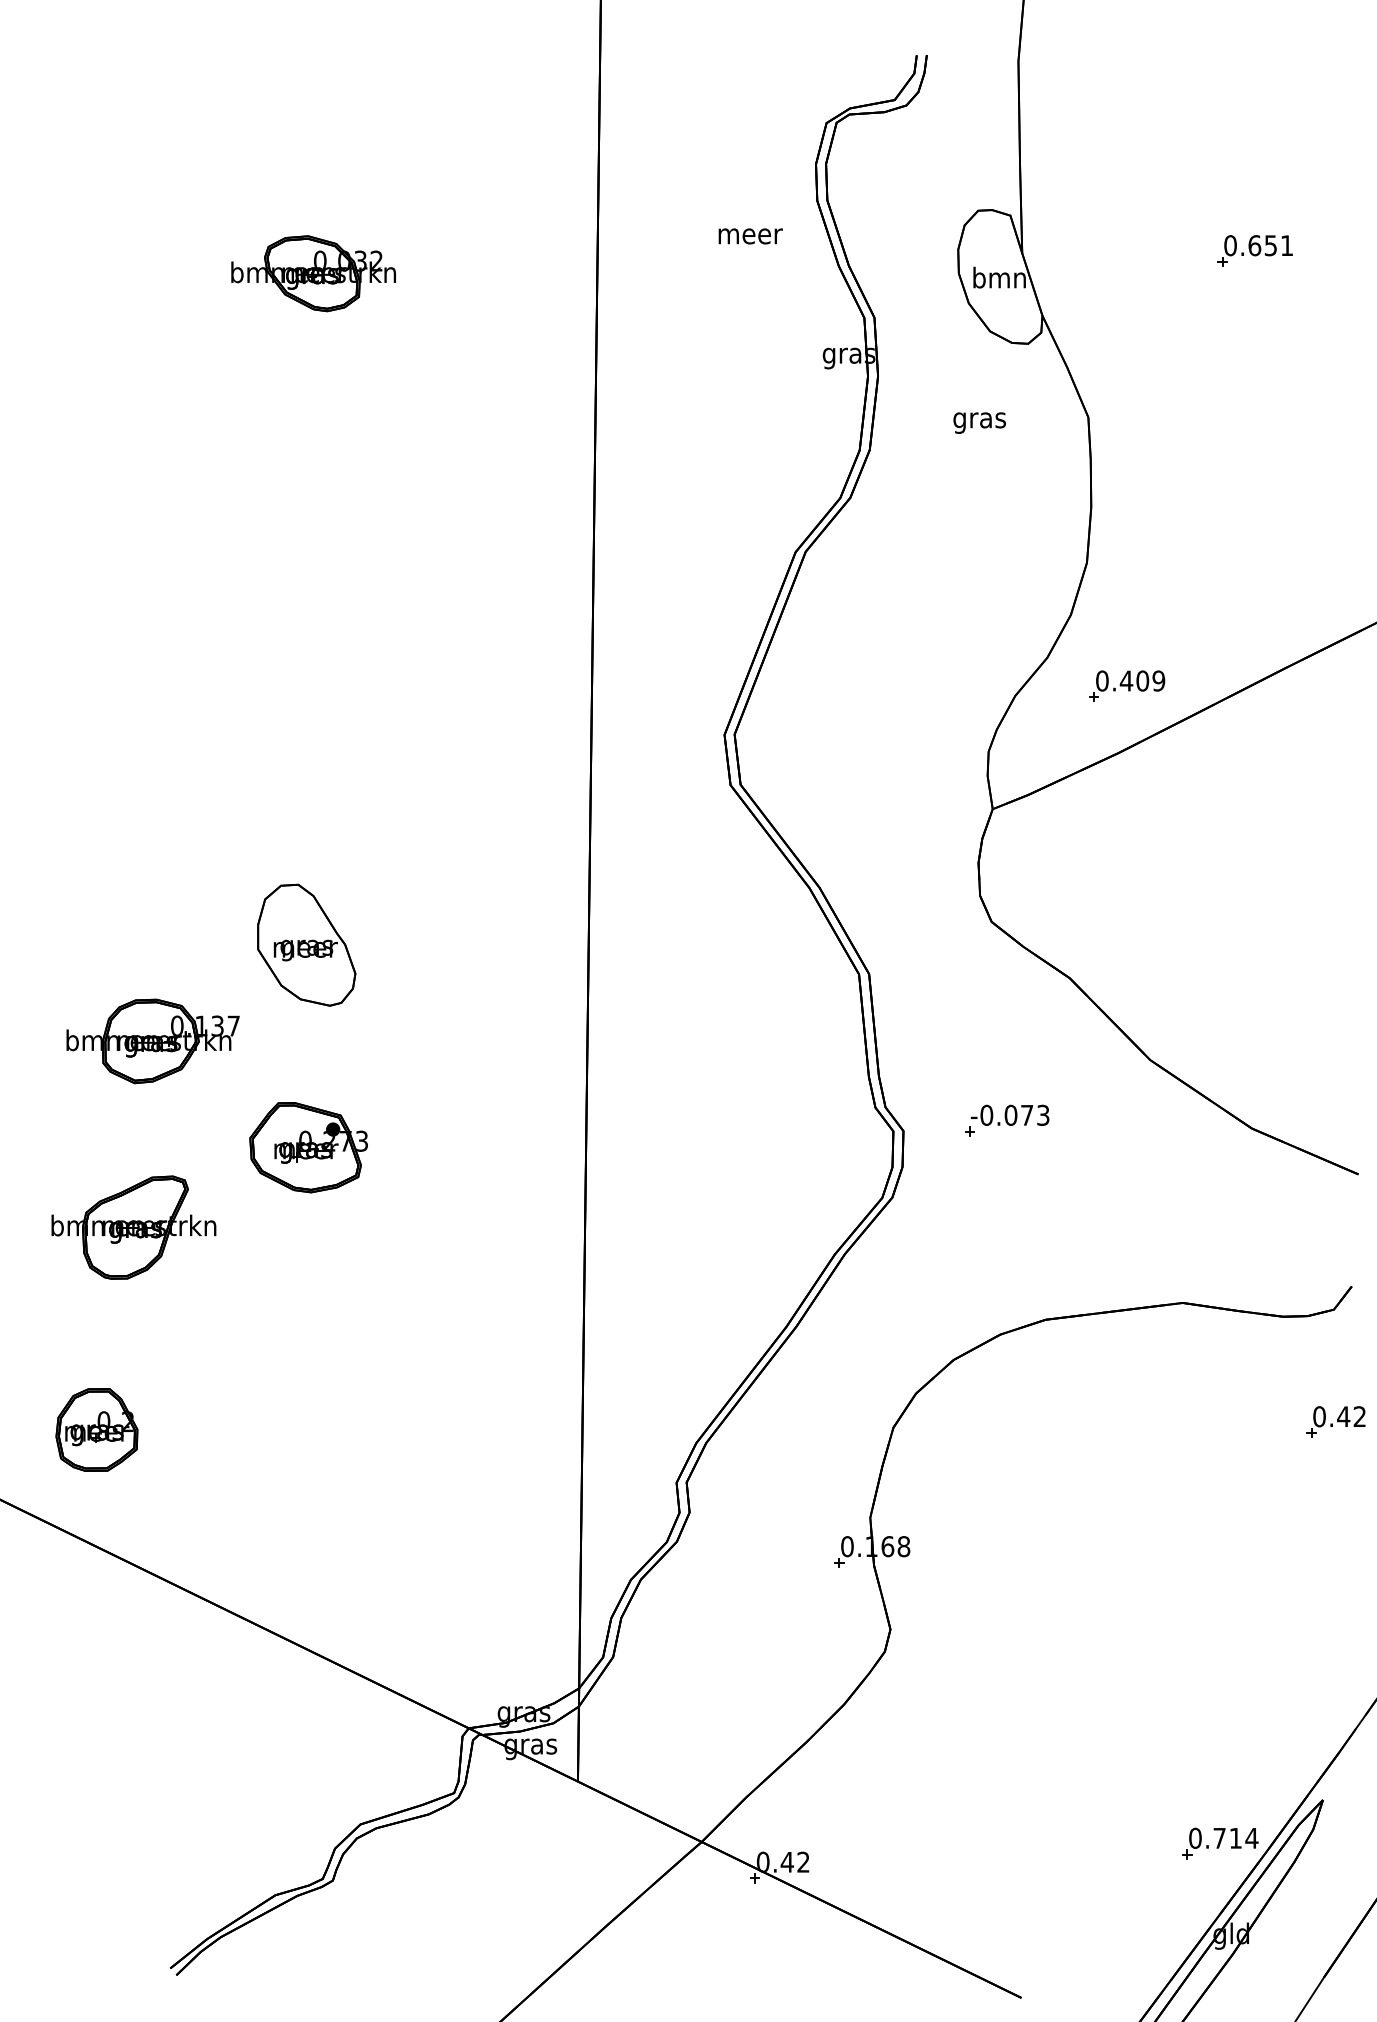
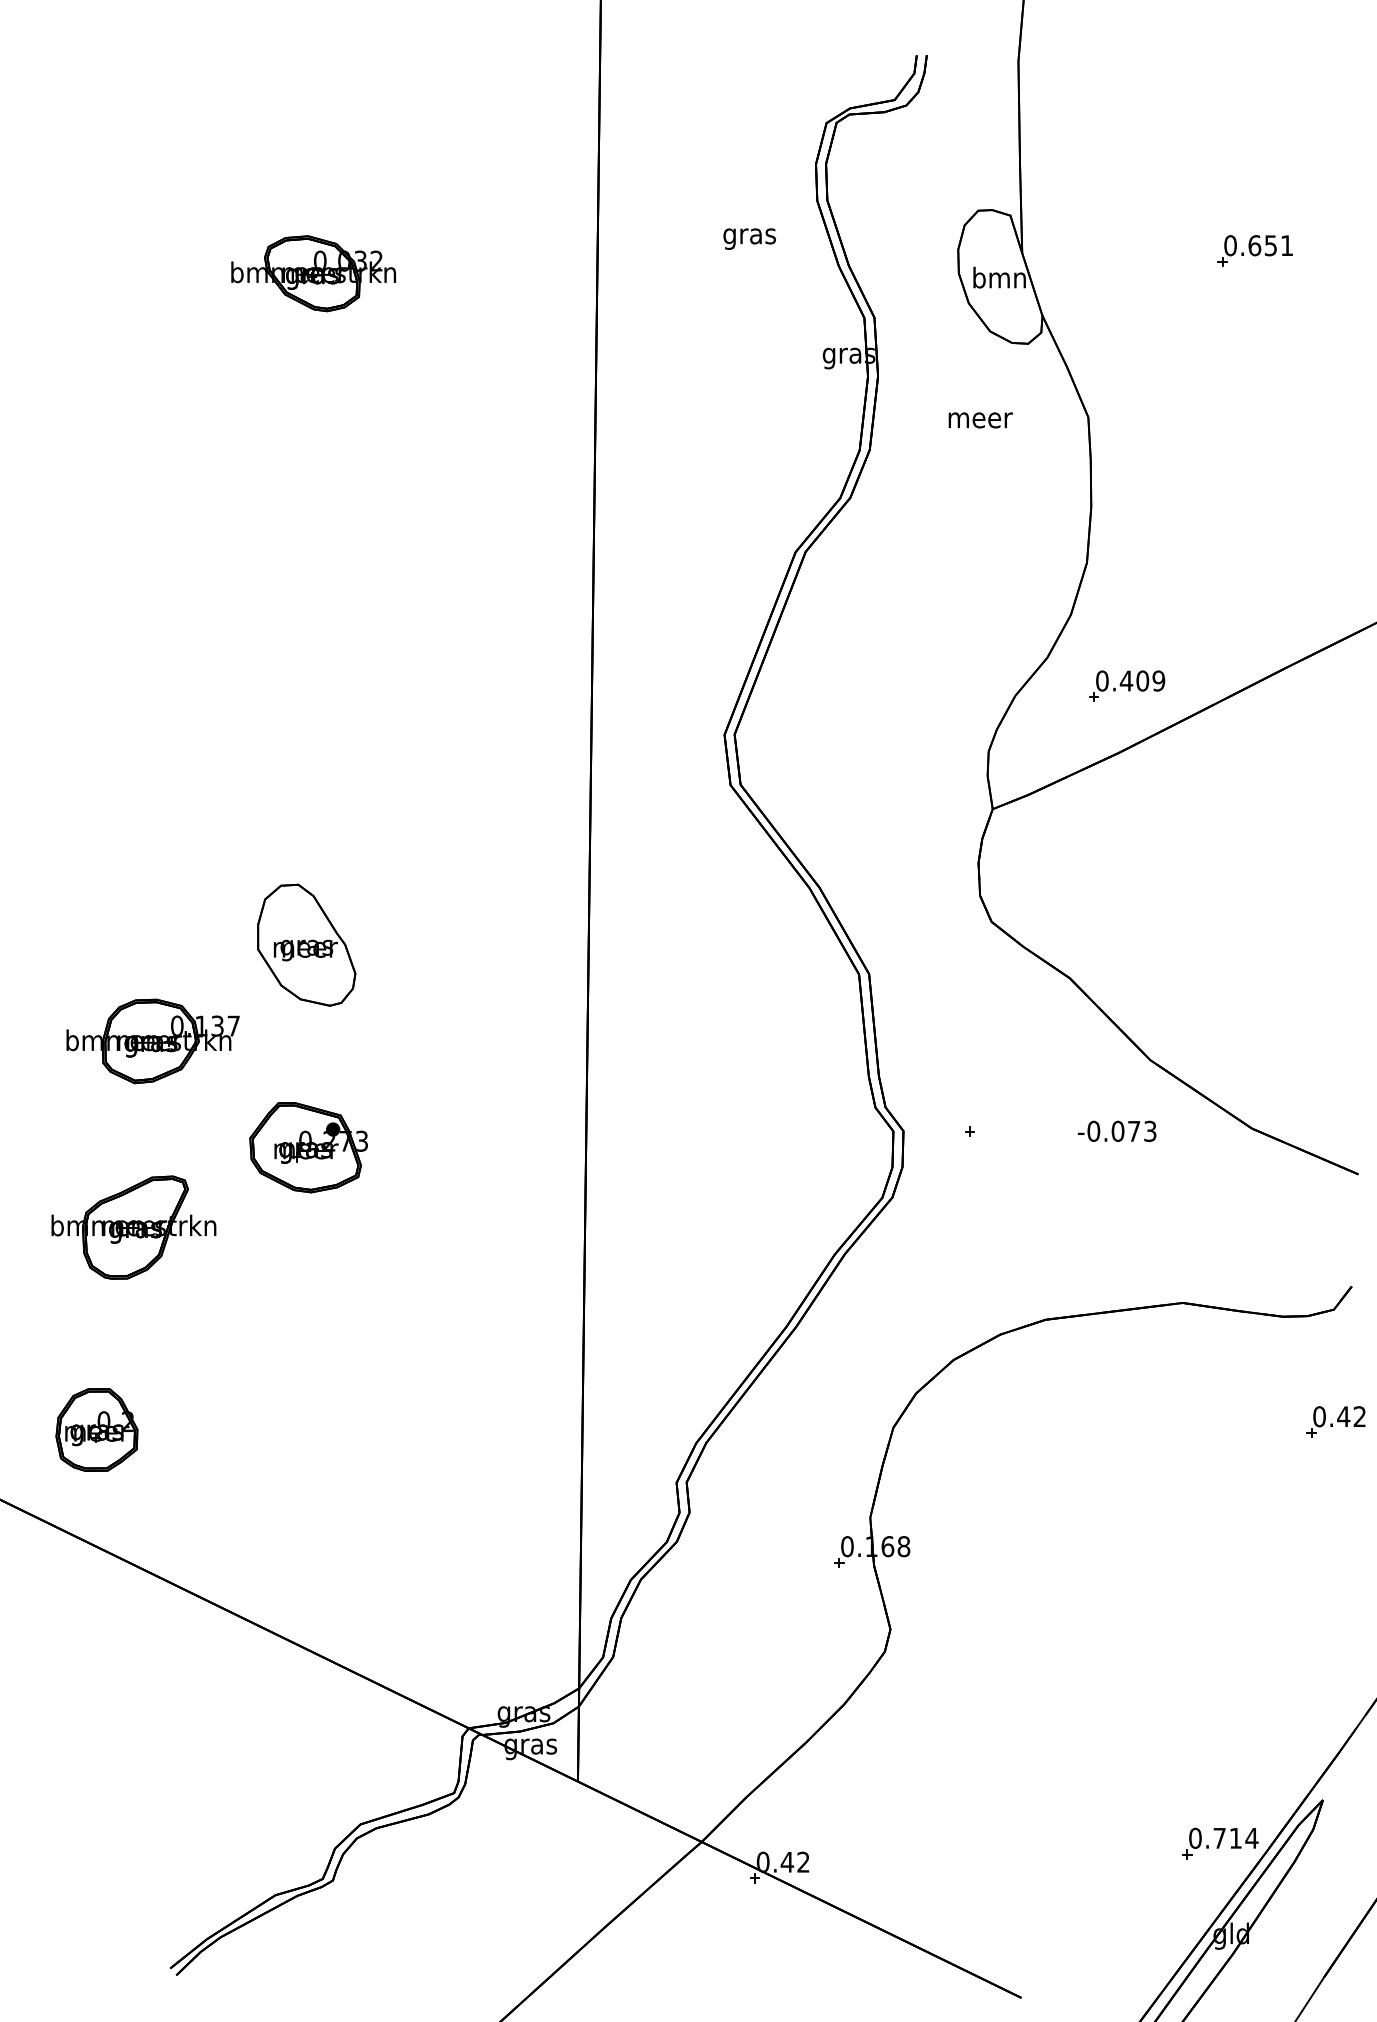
text at (750, 238): meer -> gras
text at (980, 422): gras -> meer
text at (1009, 1114) position: (1009, 1114) -> (1116, 1130)
